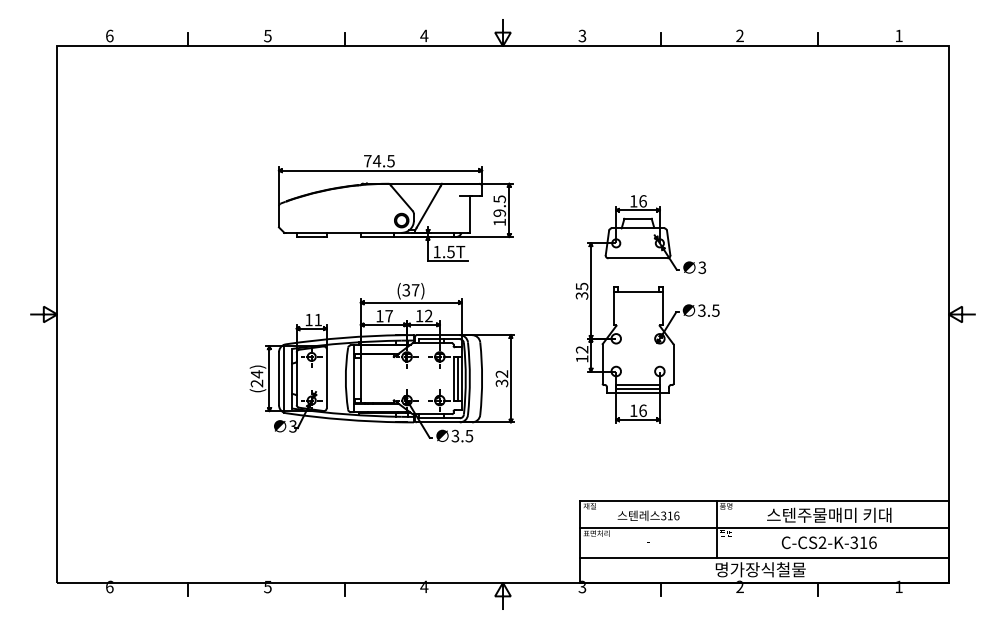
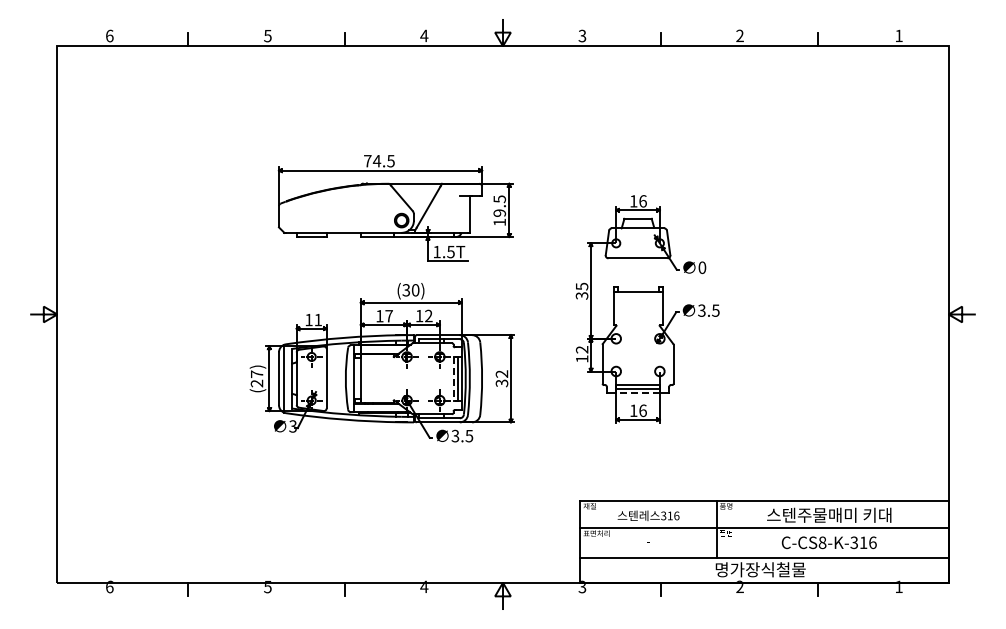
text at (702, 267): 3 -> 0
text at (415, 290): (37) -> (30)
text at (257, 374): (24) -> (27)
line at (453, 378): solid -> dashed
line at (638, 393): solid -> dashed
text at (822, 542): C-CS2-K-316 -> C-CS8-K-316
